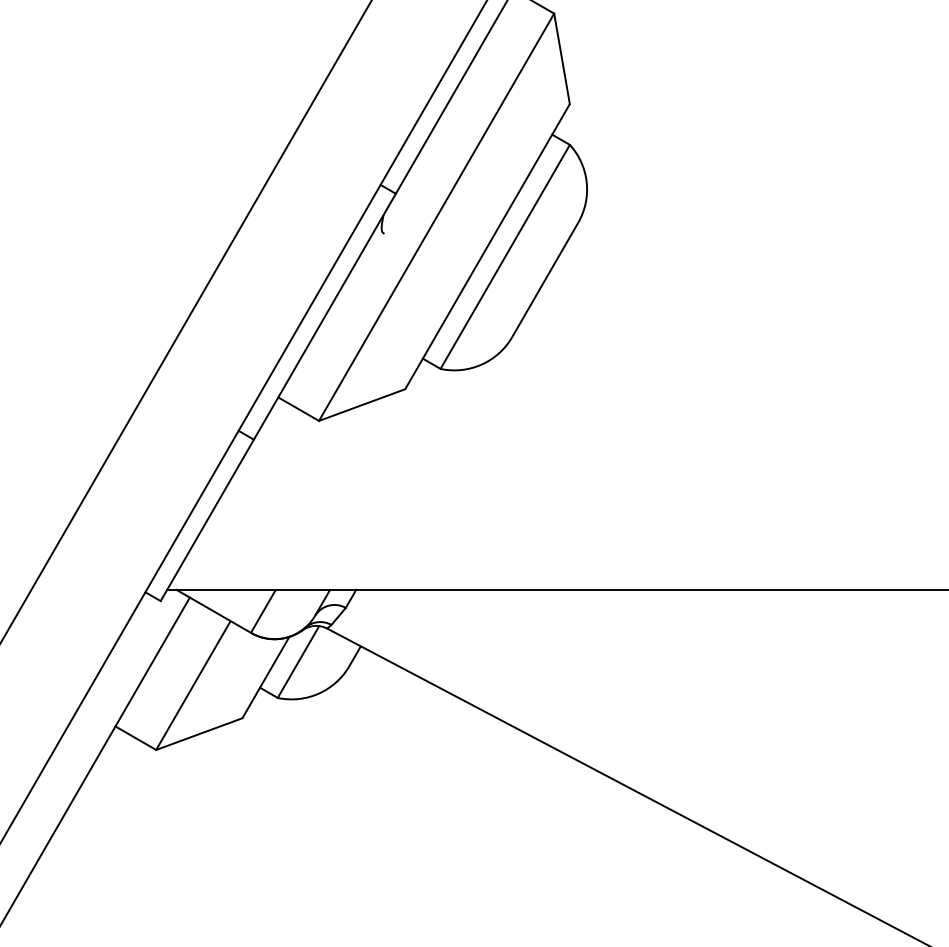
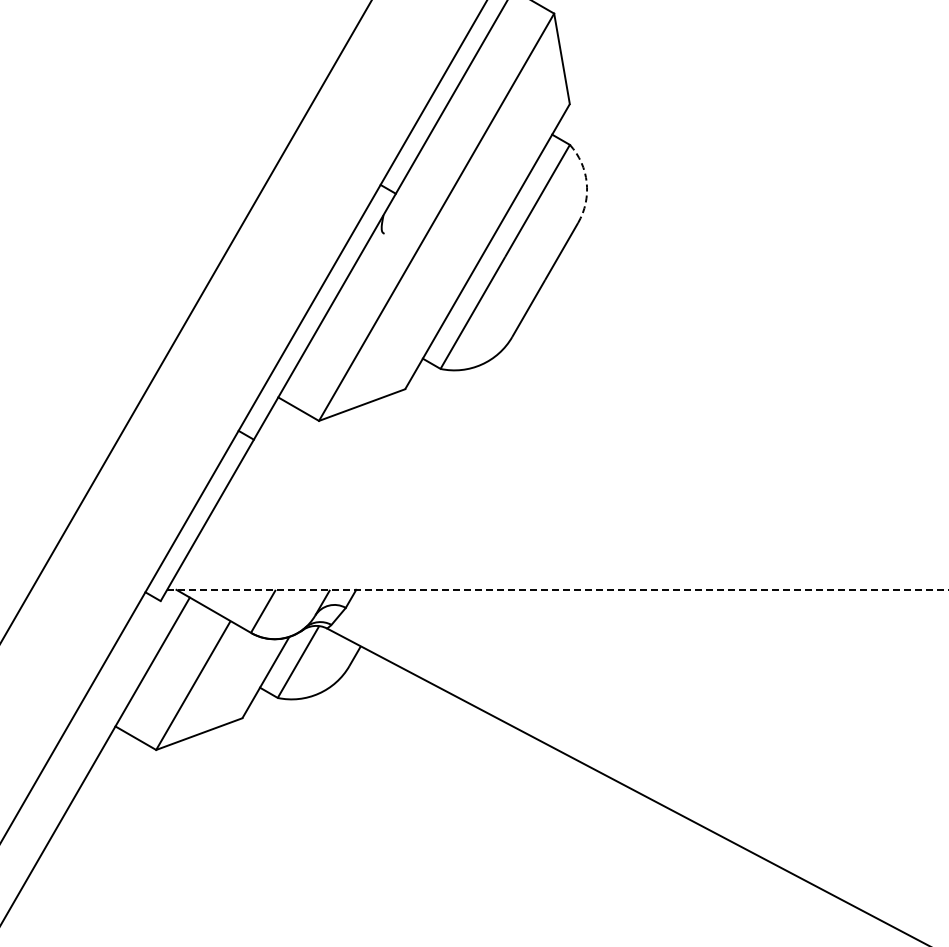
arc at (586, 182): solid -> dashed
line at (557, 589): solid -> dashed
